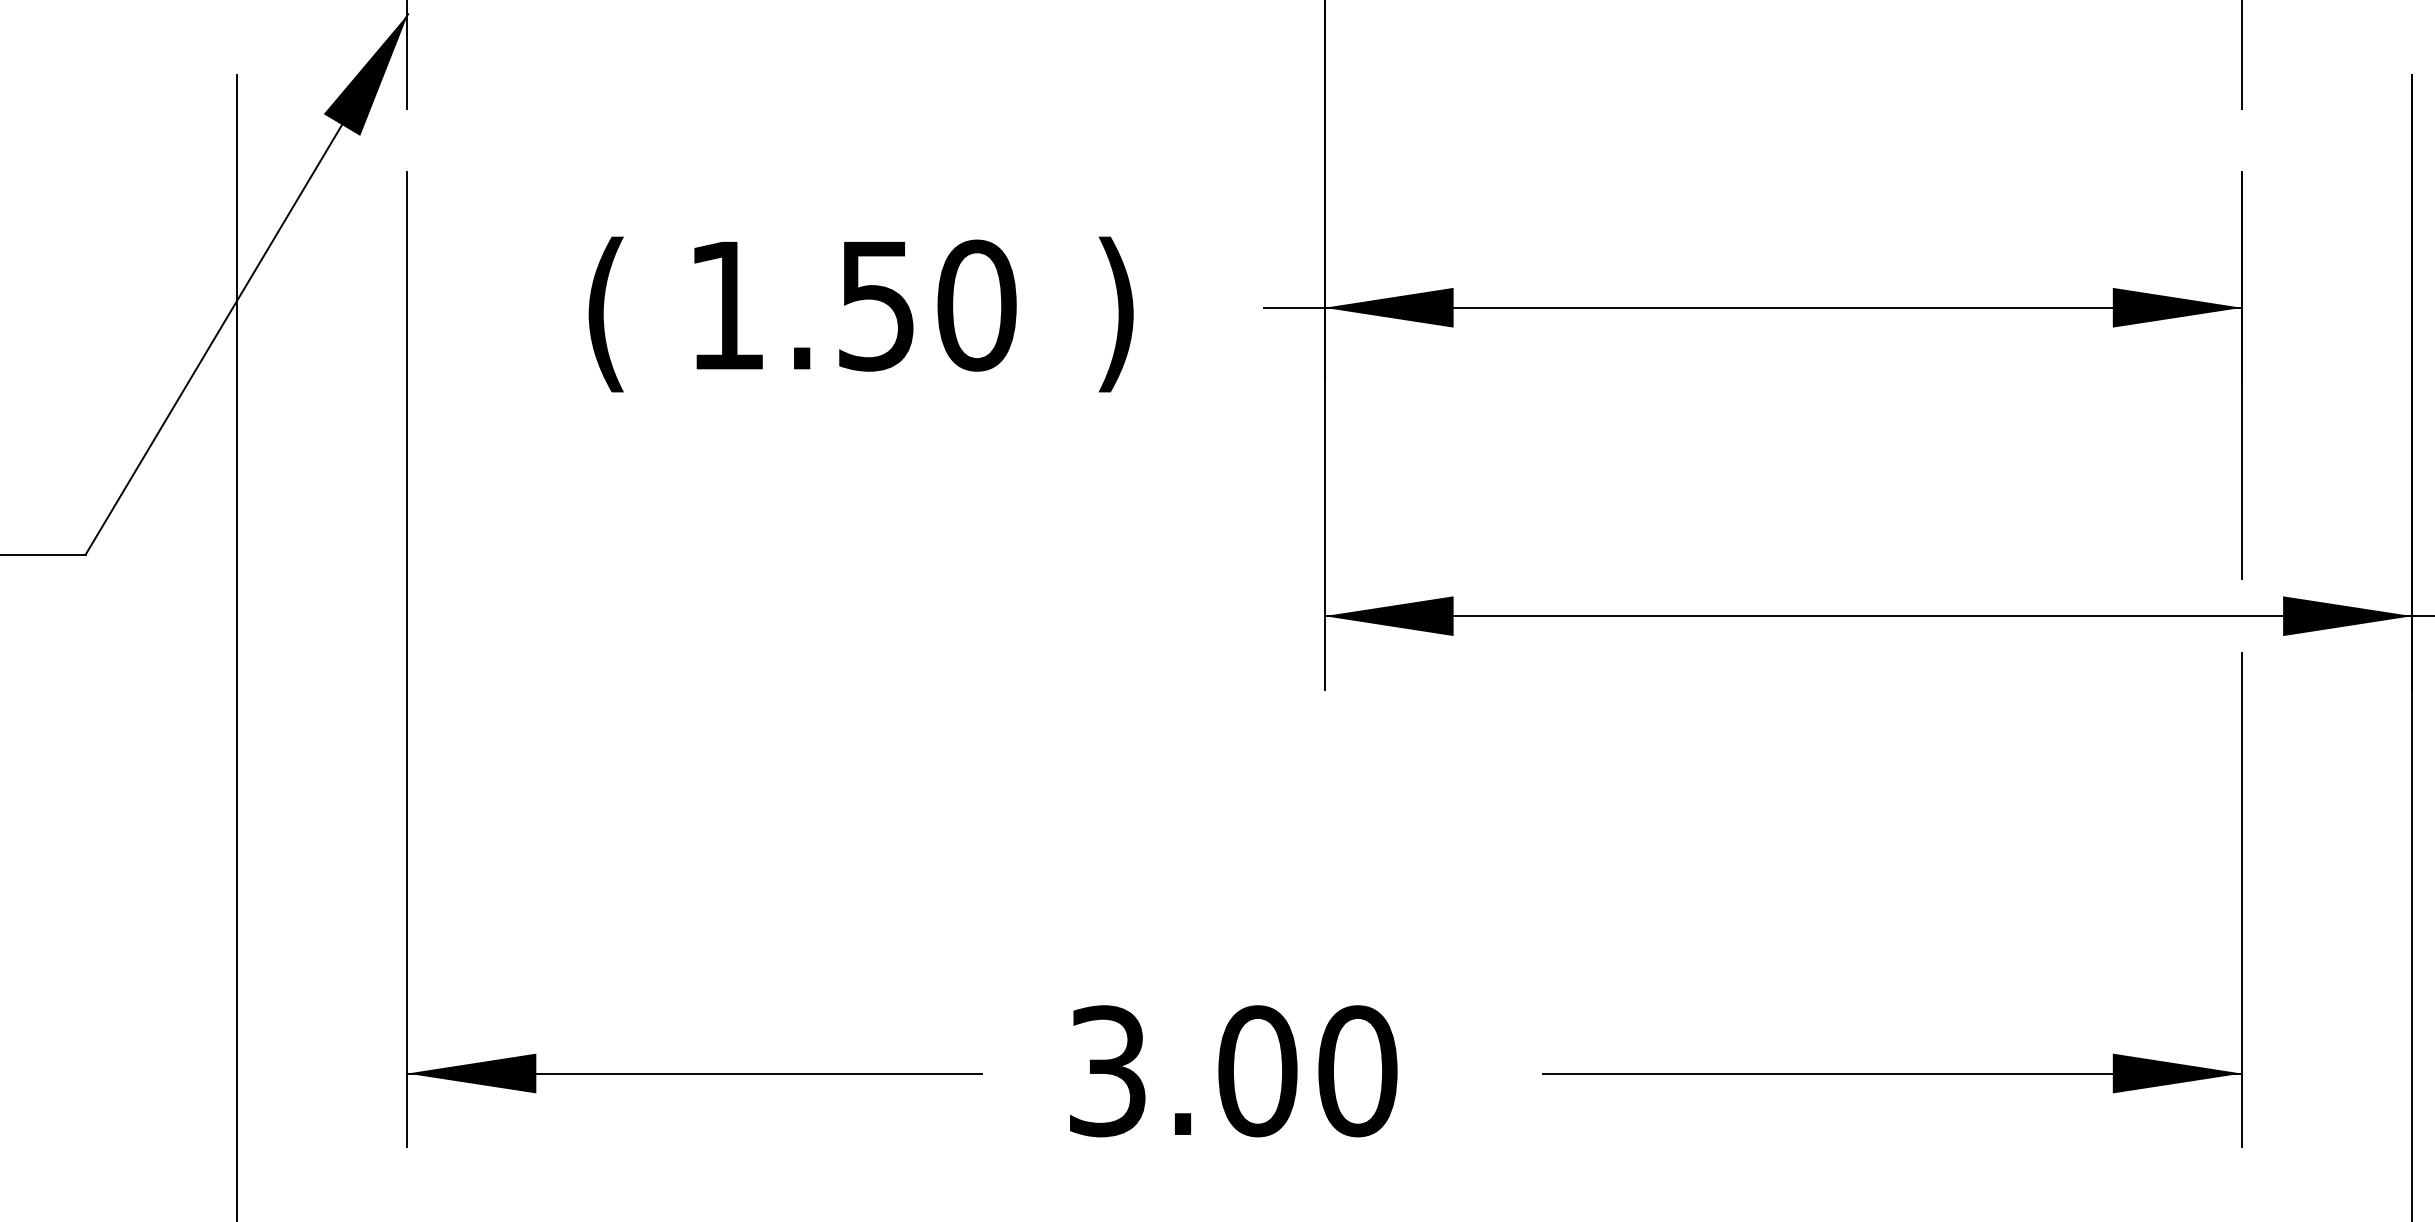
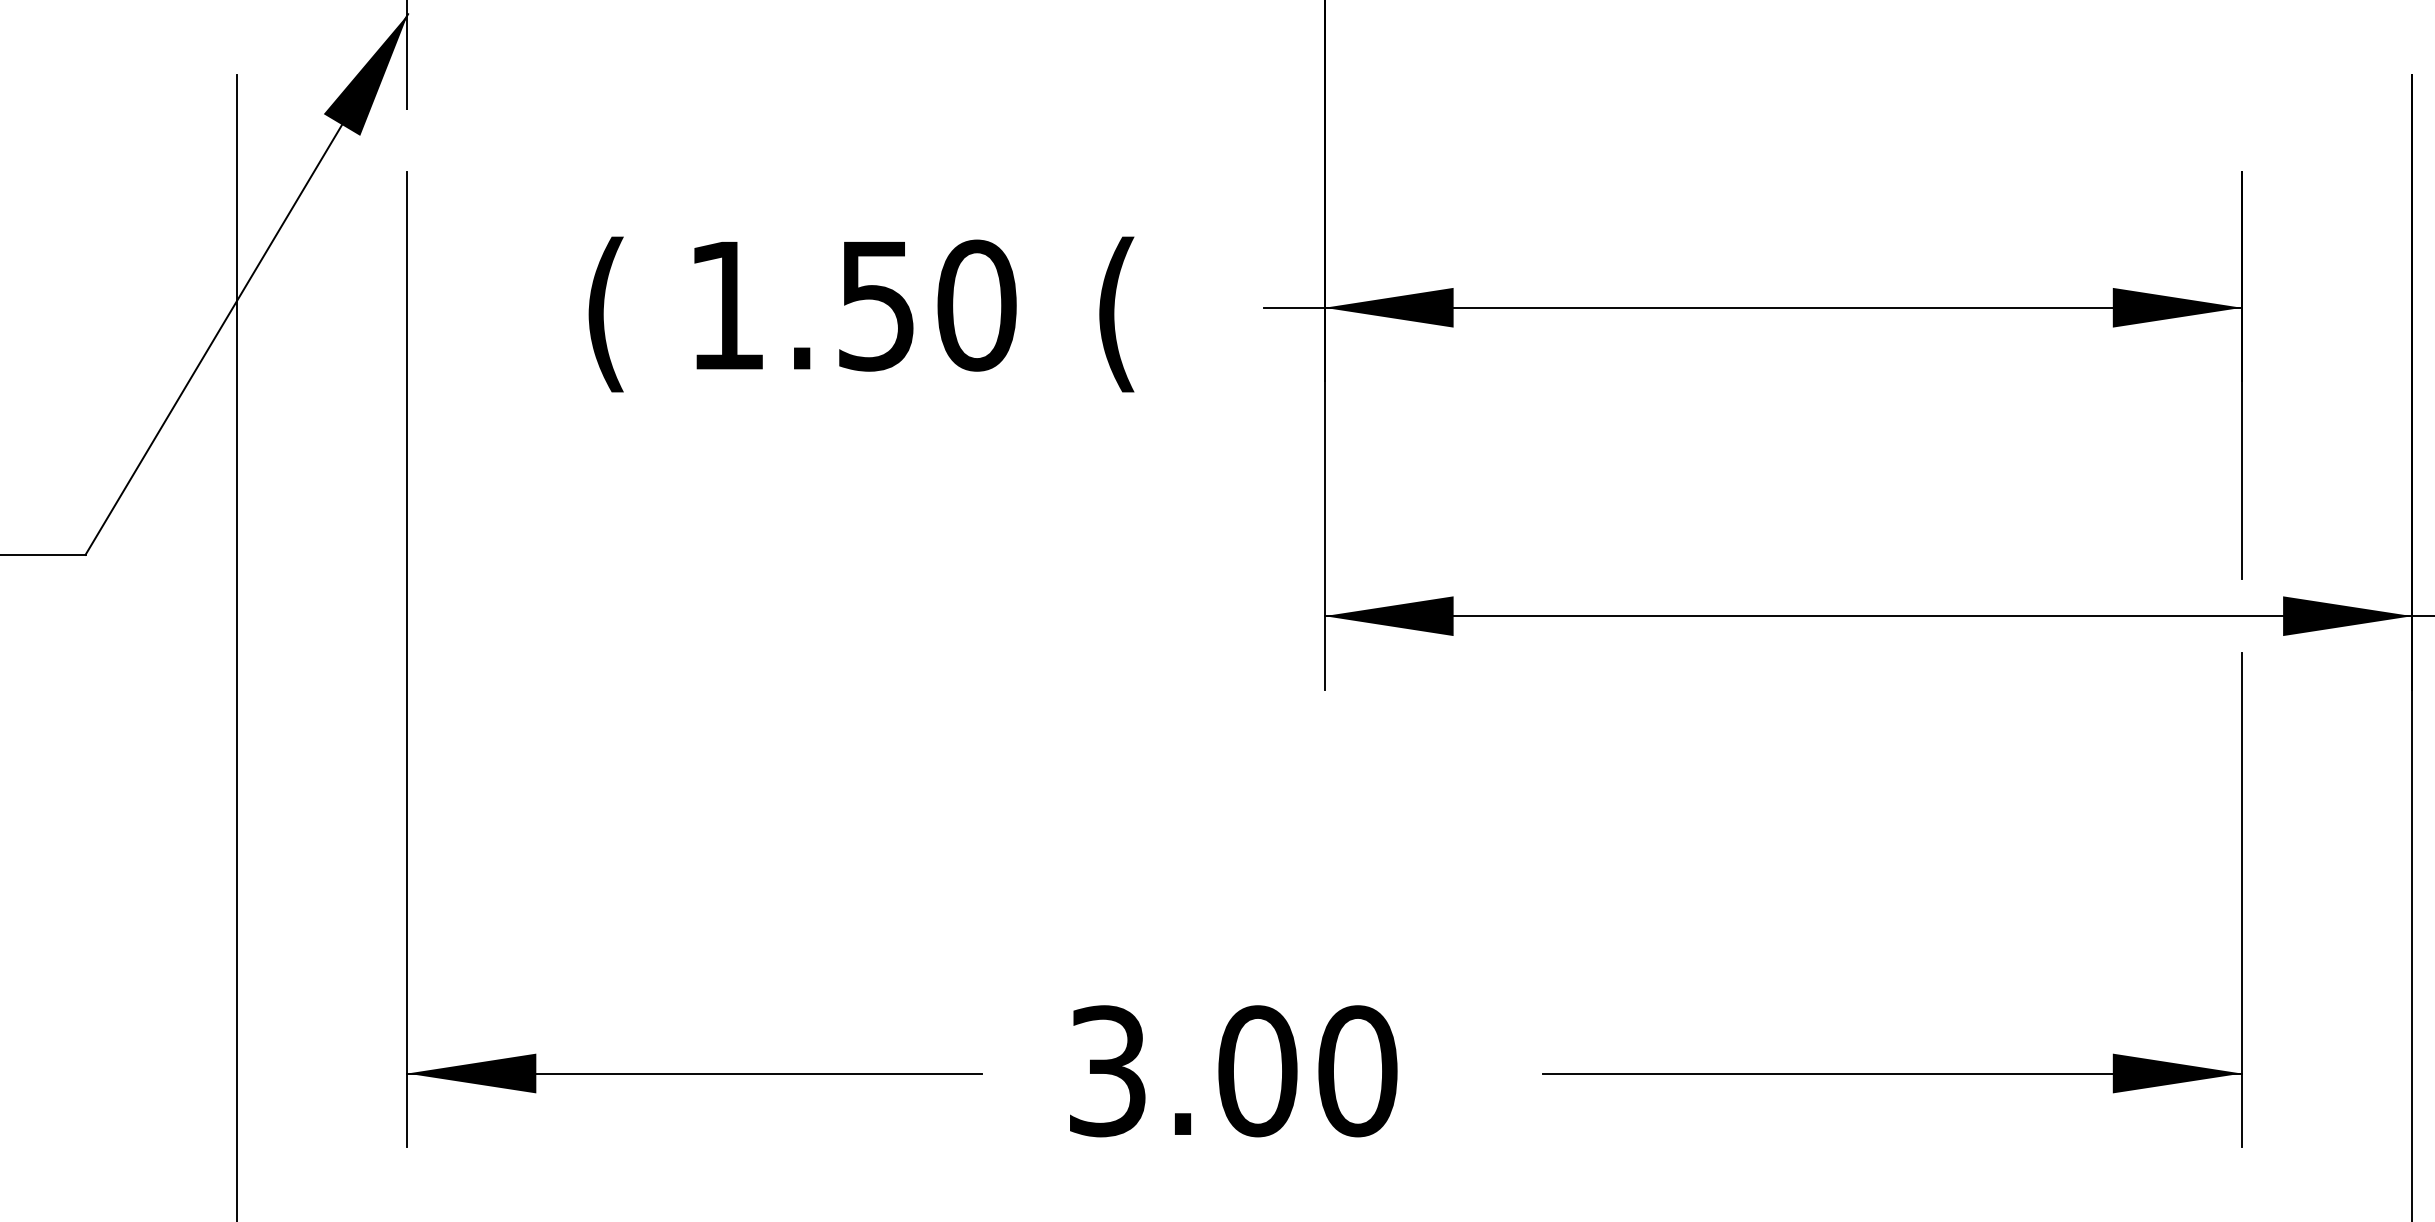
line at (2241, 56): present -> none
text at (1116, 314): ) -> (
